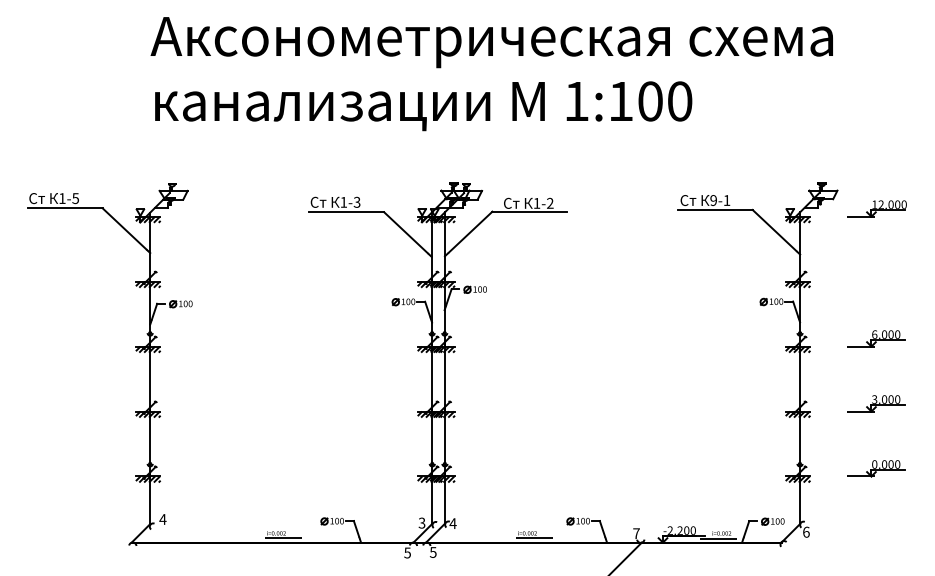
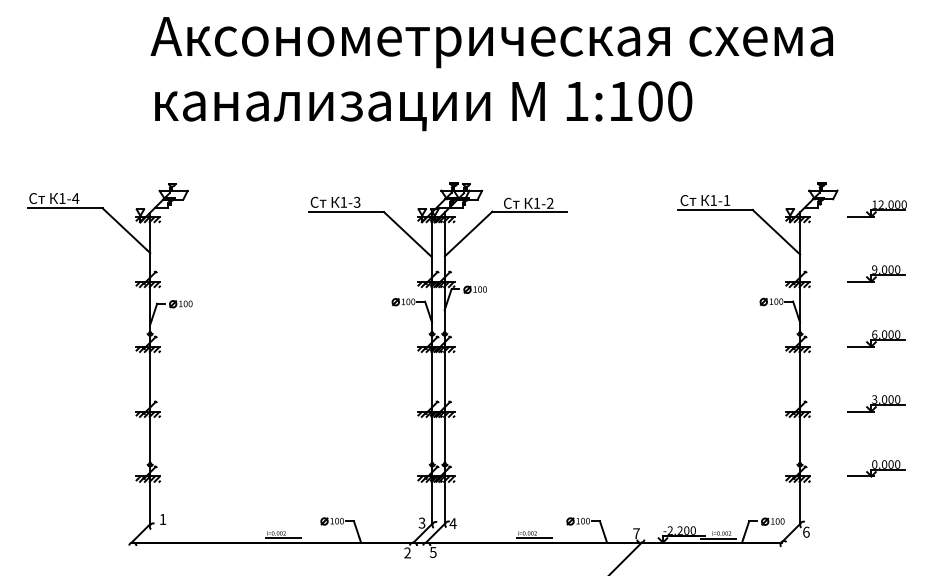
text at (75, 198): 1-5 -> 1-4
text at (713, 200): 9-1 -> 1-1
part at (876, 273): none -> present
text at (162, 519): 4 -> 1
text at (407, 552): 5 -> 2
